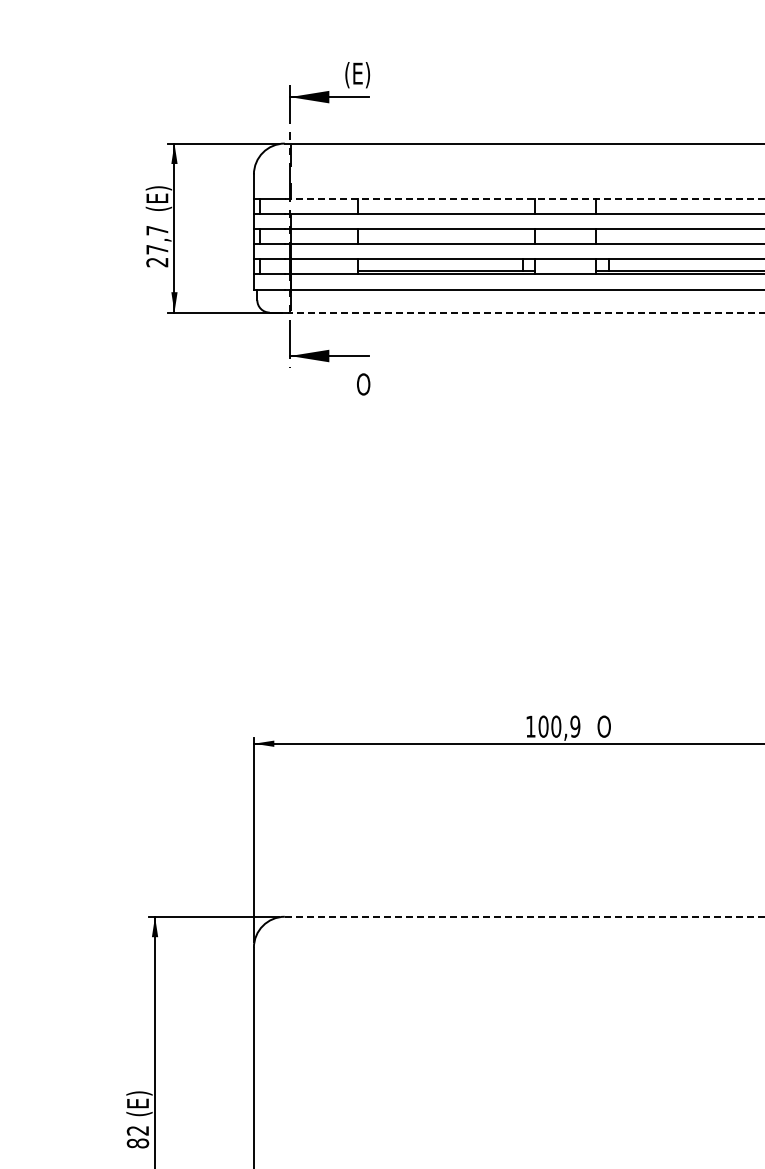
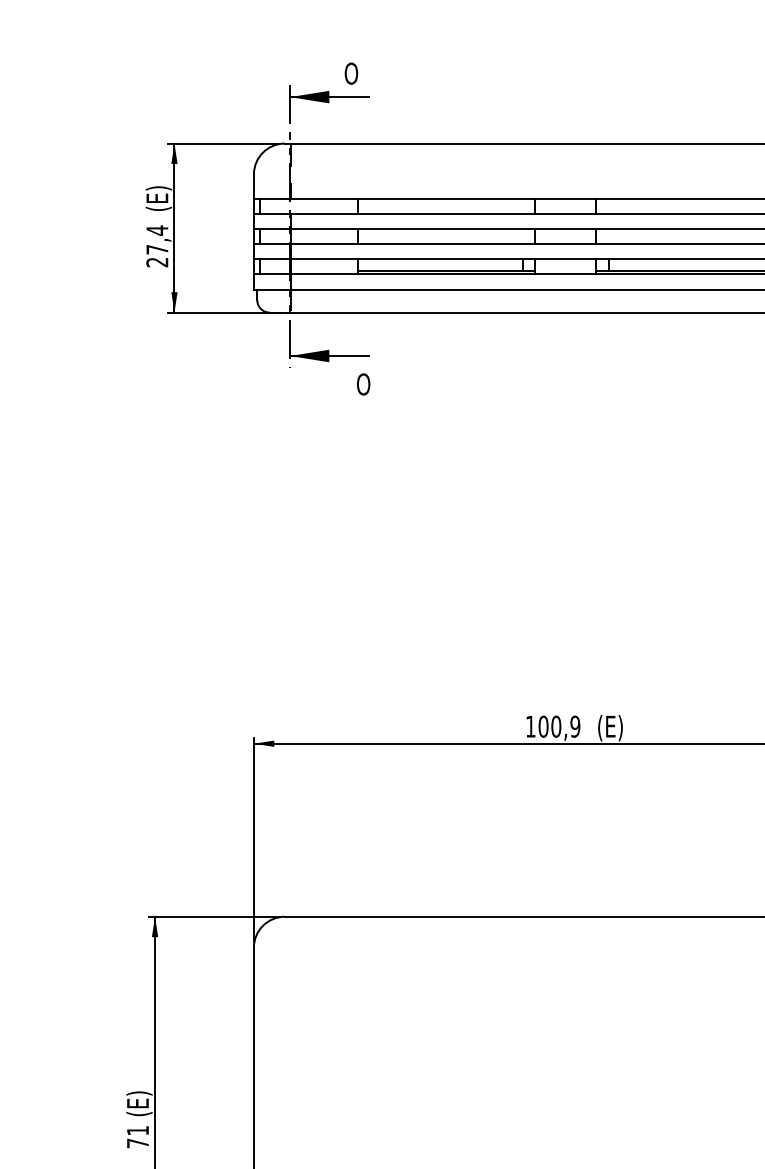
text at (357, 75): (E) -> O
line at (524, 198): dashed -> solid
text at (157, 230): 27,7 -> 27,4
line at (526, 312): dashed -> solid
text at (609, 728): O -> (E)
line at (524, 916): dashed -> solid
text at (137, 1137): 82 -> 71
